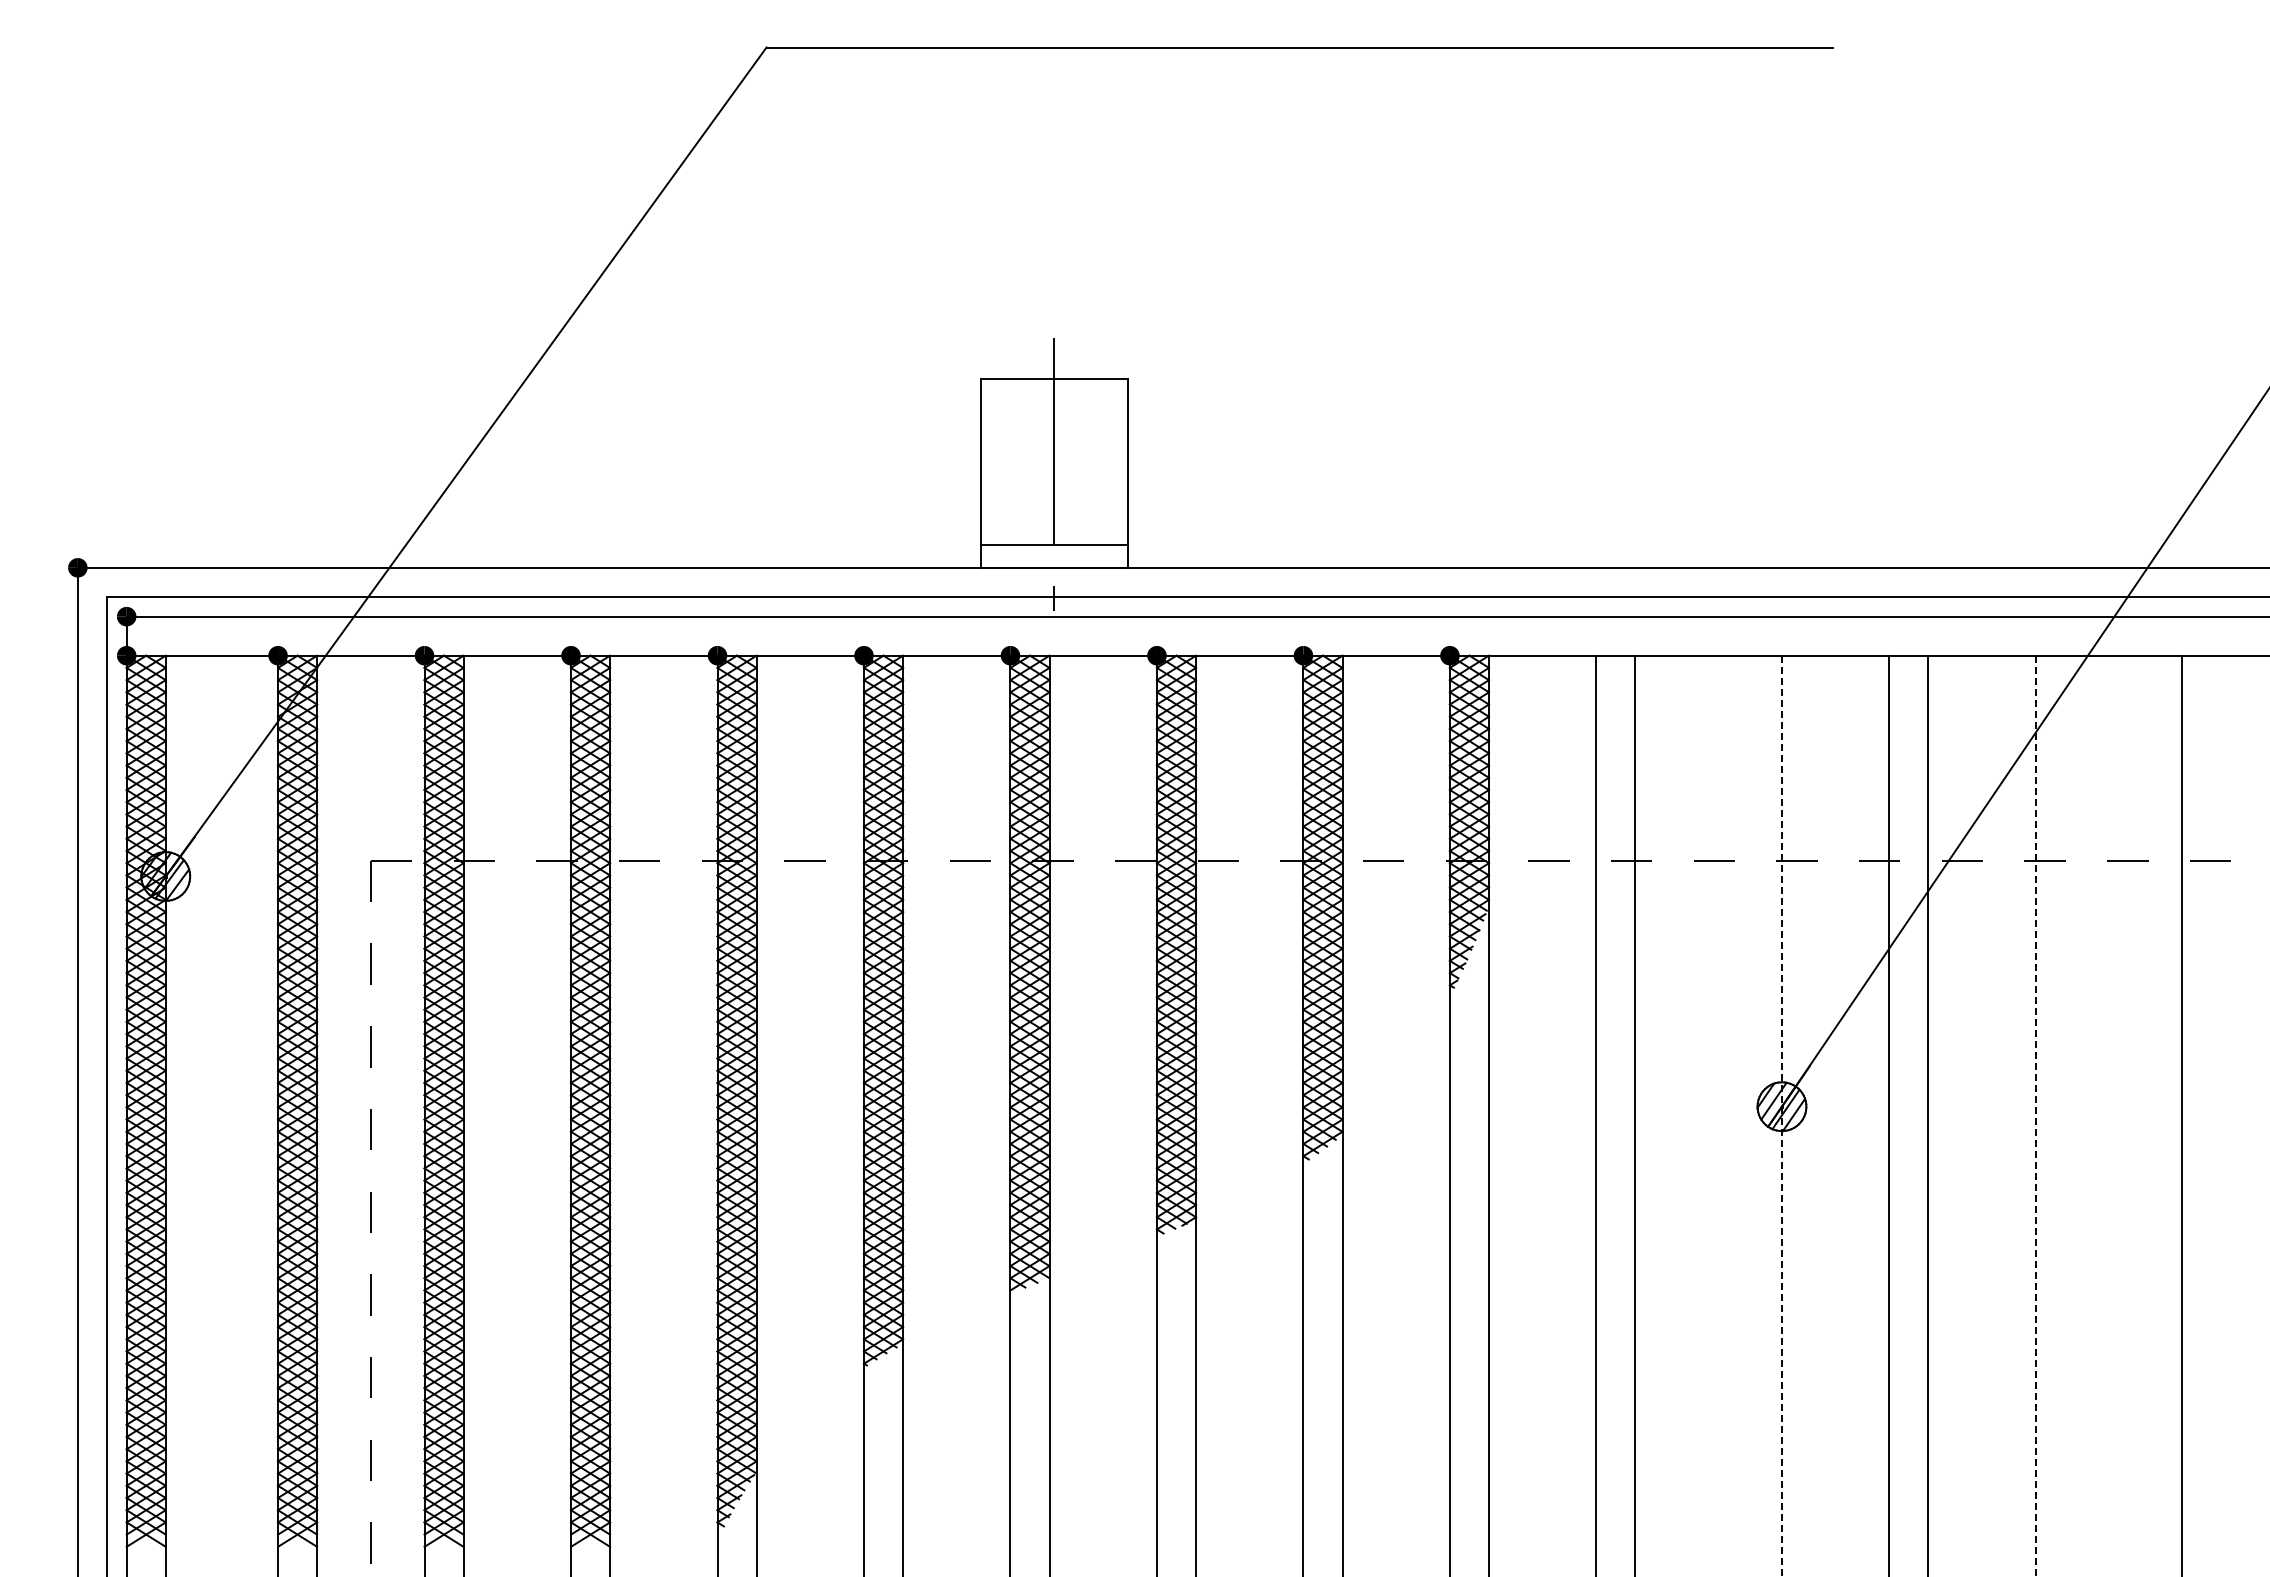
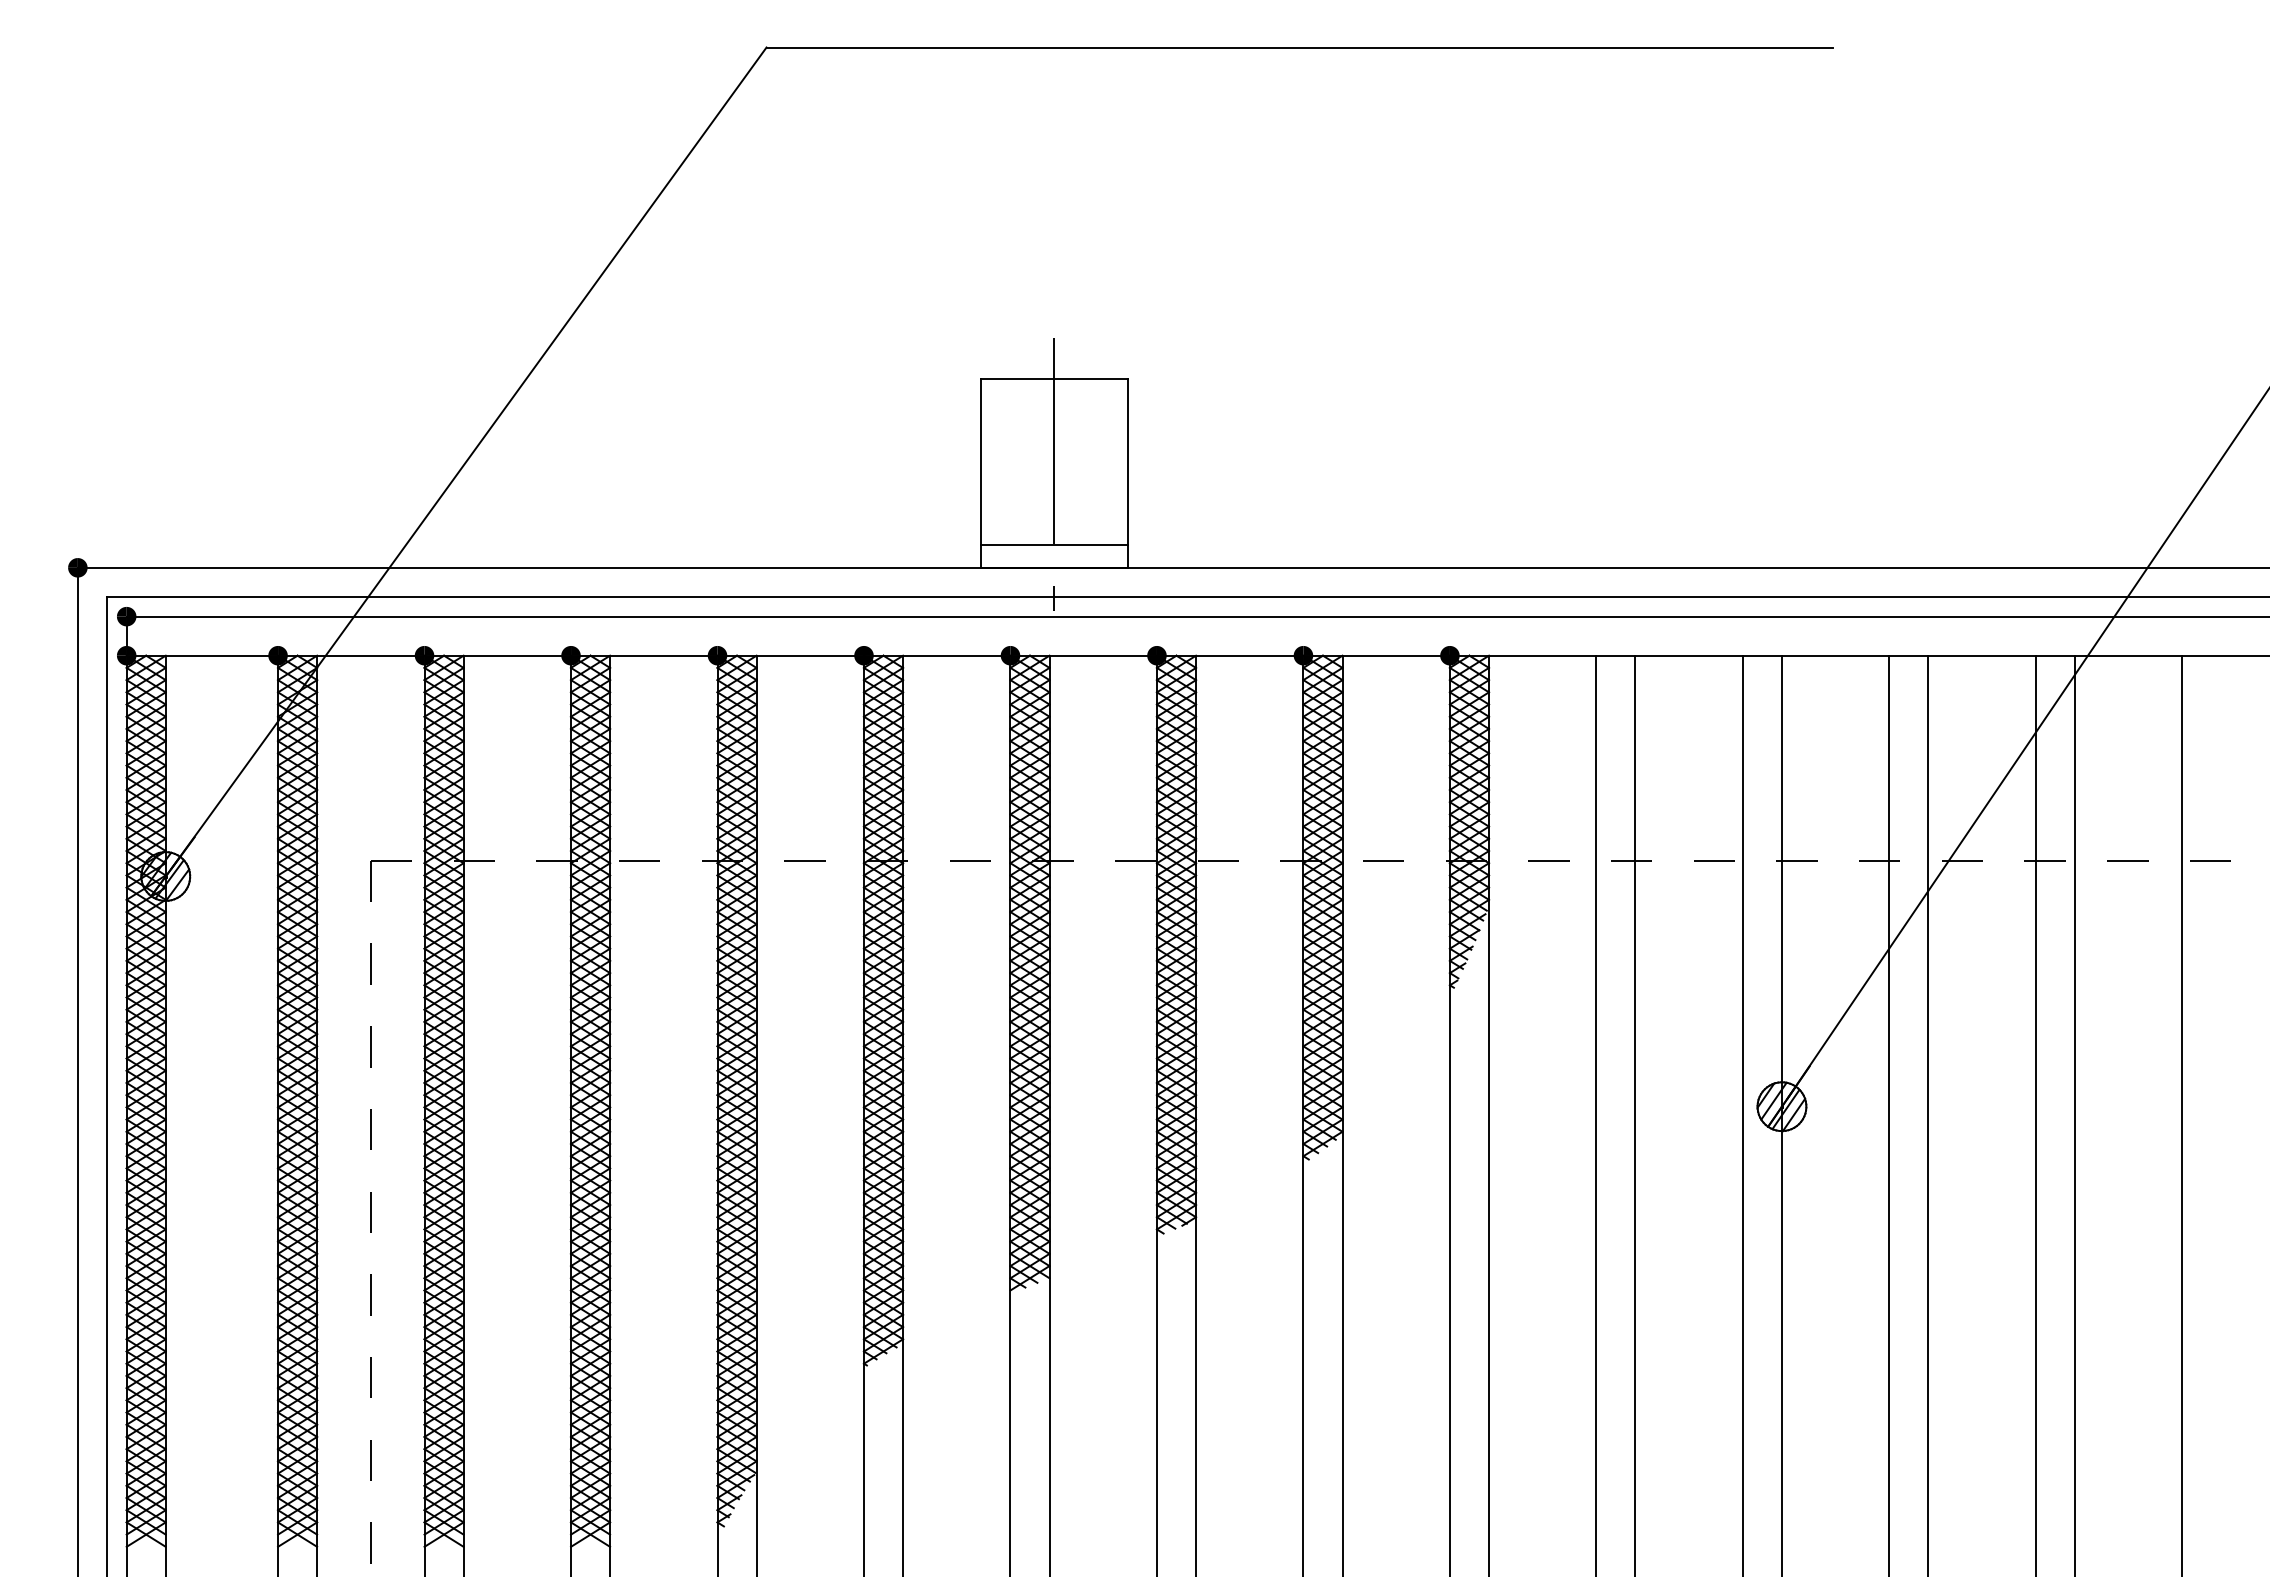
line at (1742, 1114): none -> present
line at (2074, 1114): none -> present
line at (1781, 1116): dashed -> solid
line at (2035, 1116): dashed -> solid
